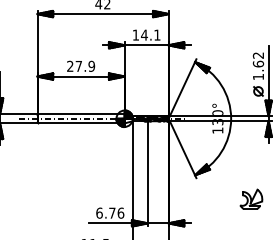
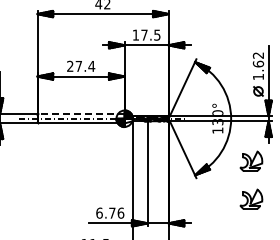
text at (150, 34): 14.1 -> 17.5
text at (91, 65): 27.9 -> 27.4
line at (81, 114): solid -> dashed
part at (251, 160): none -> present
